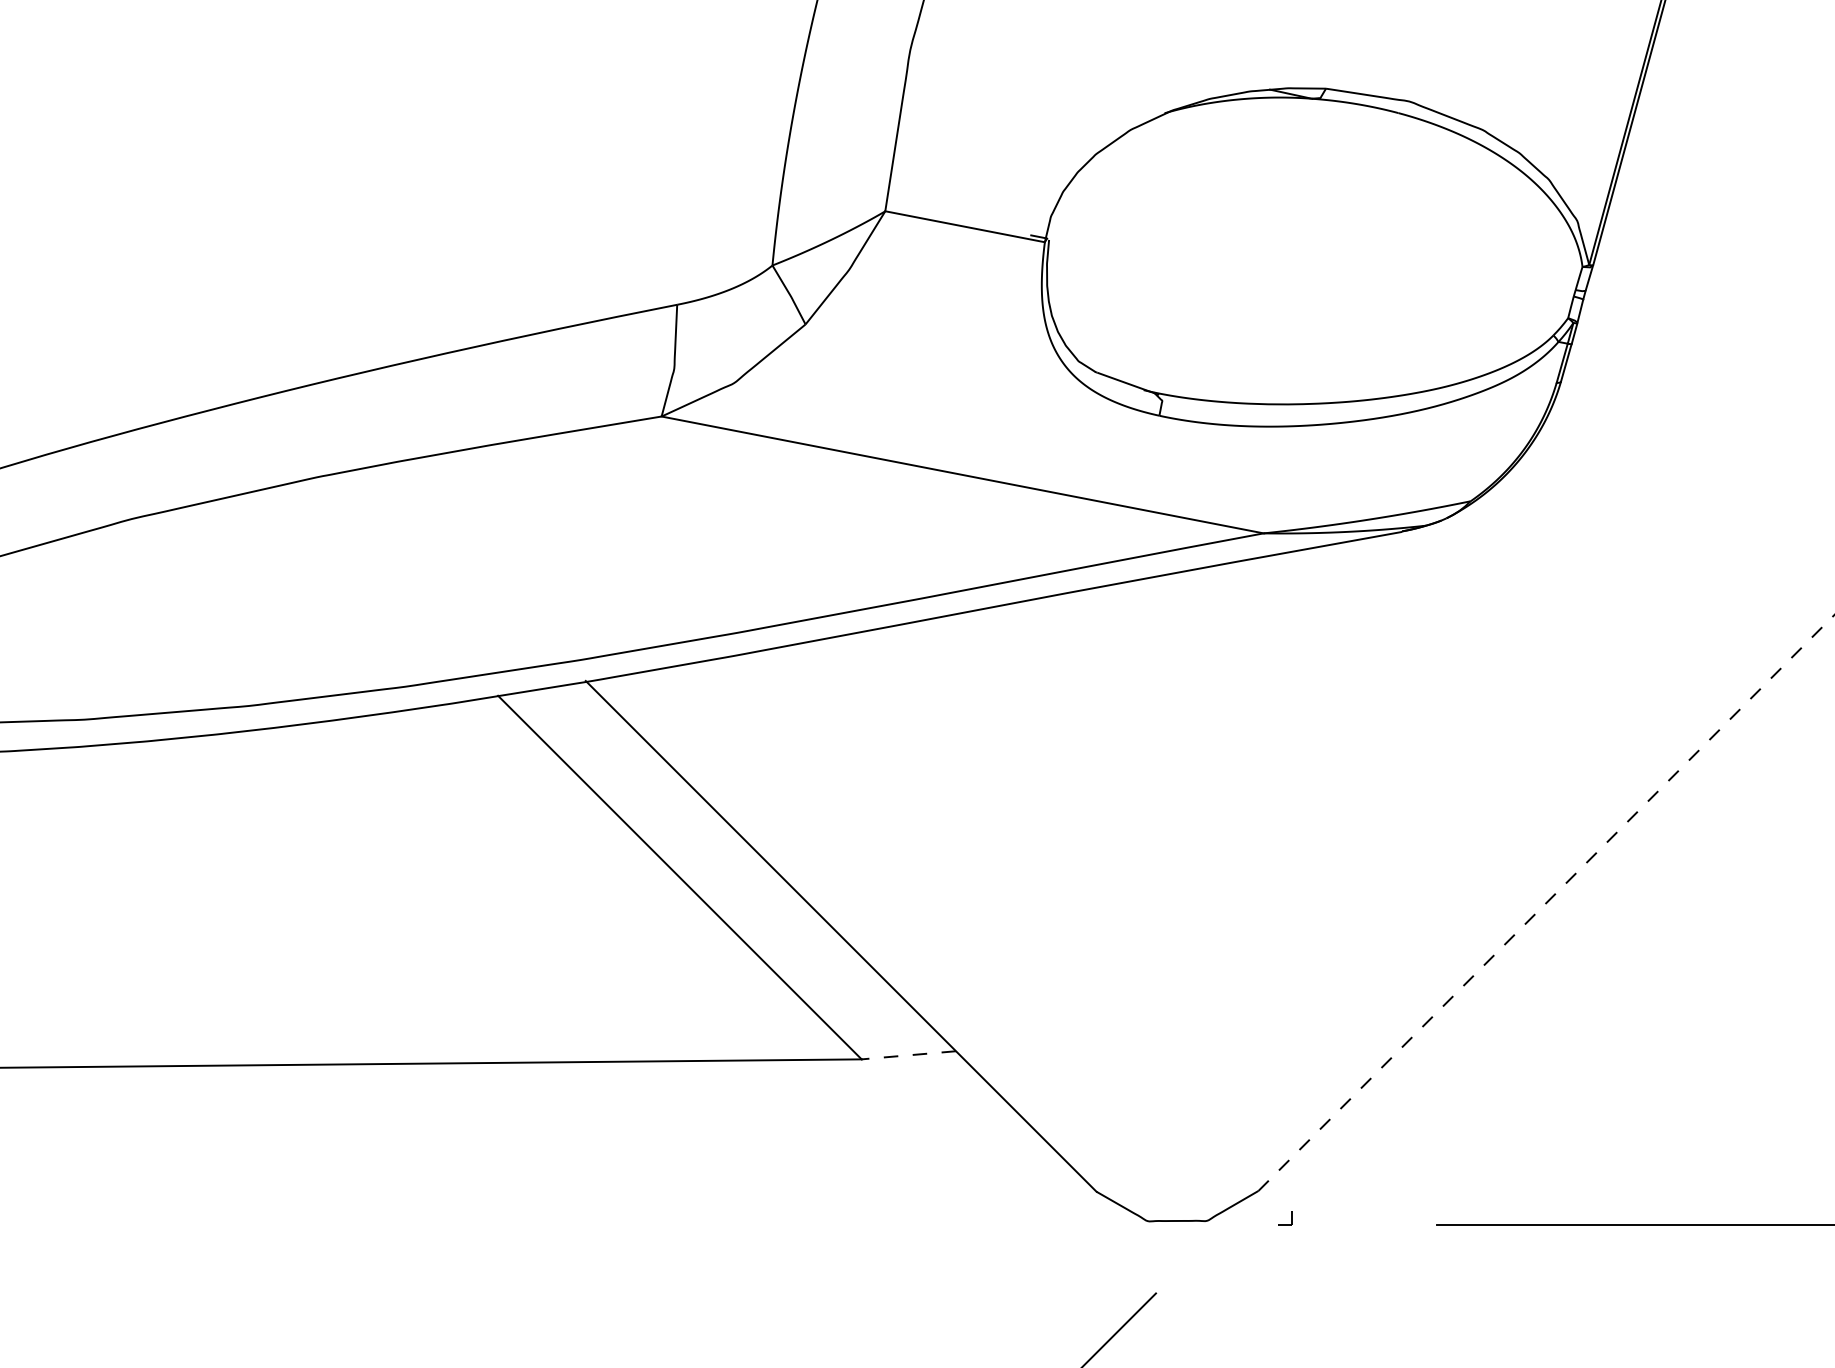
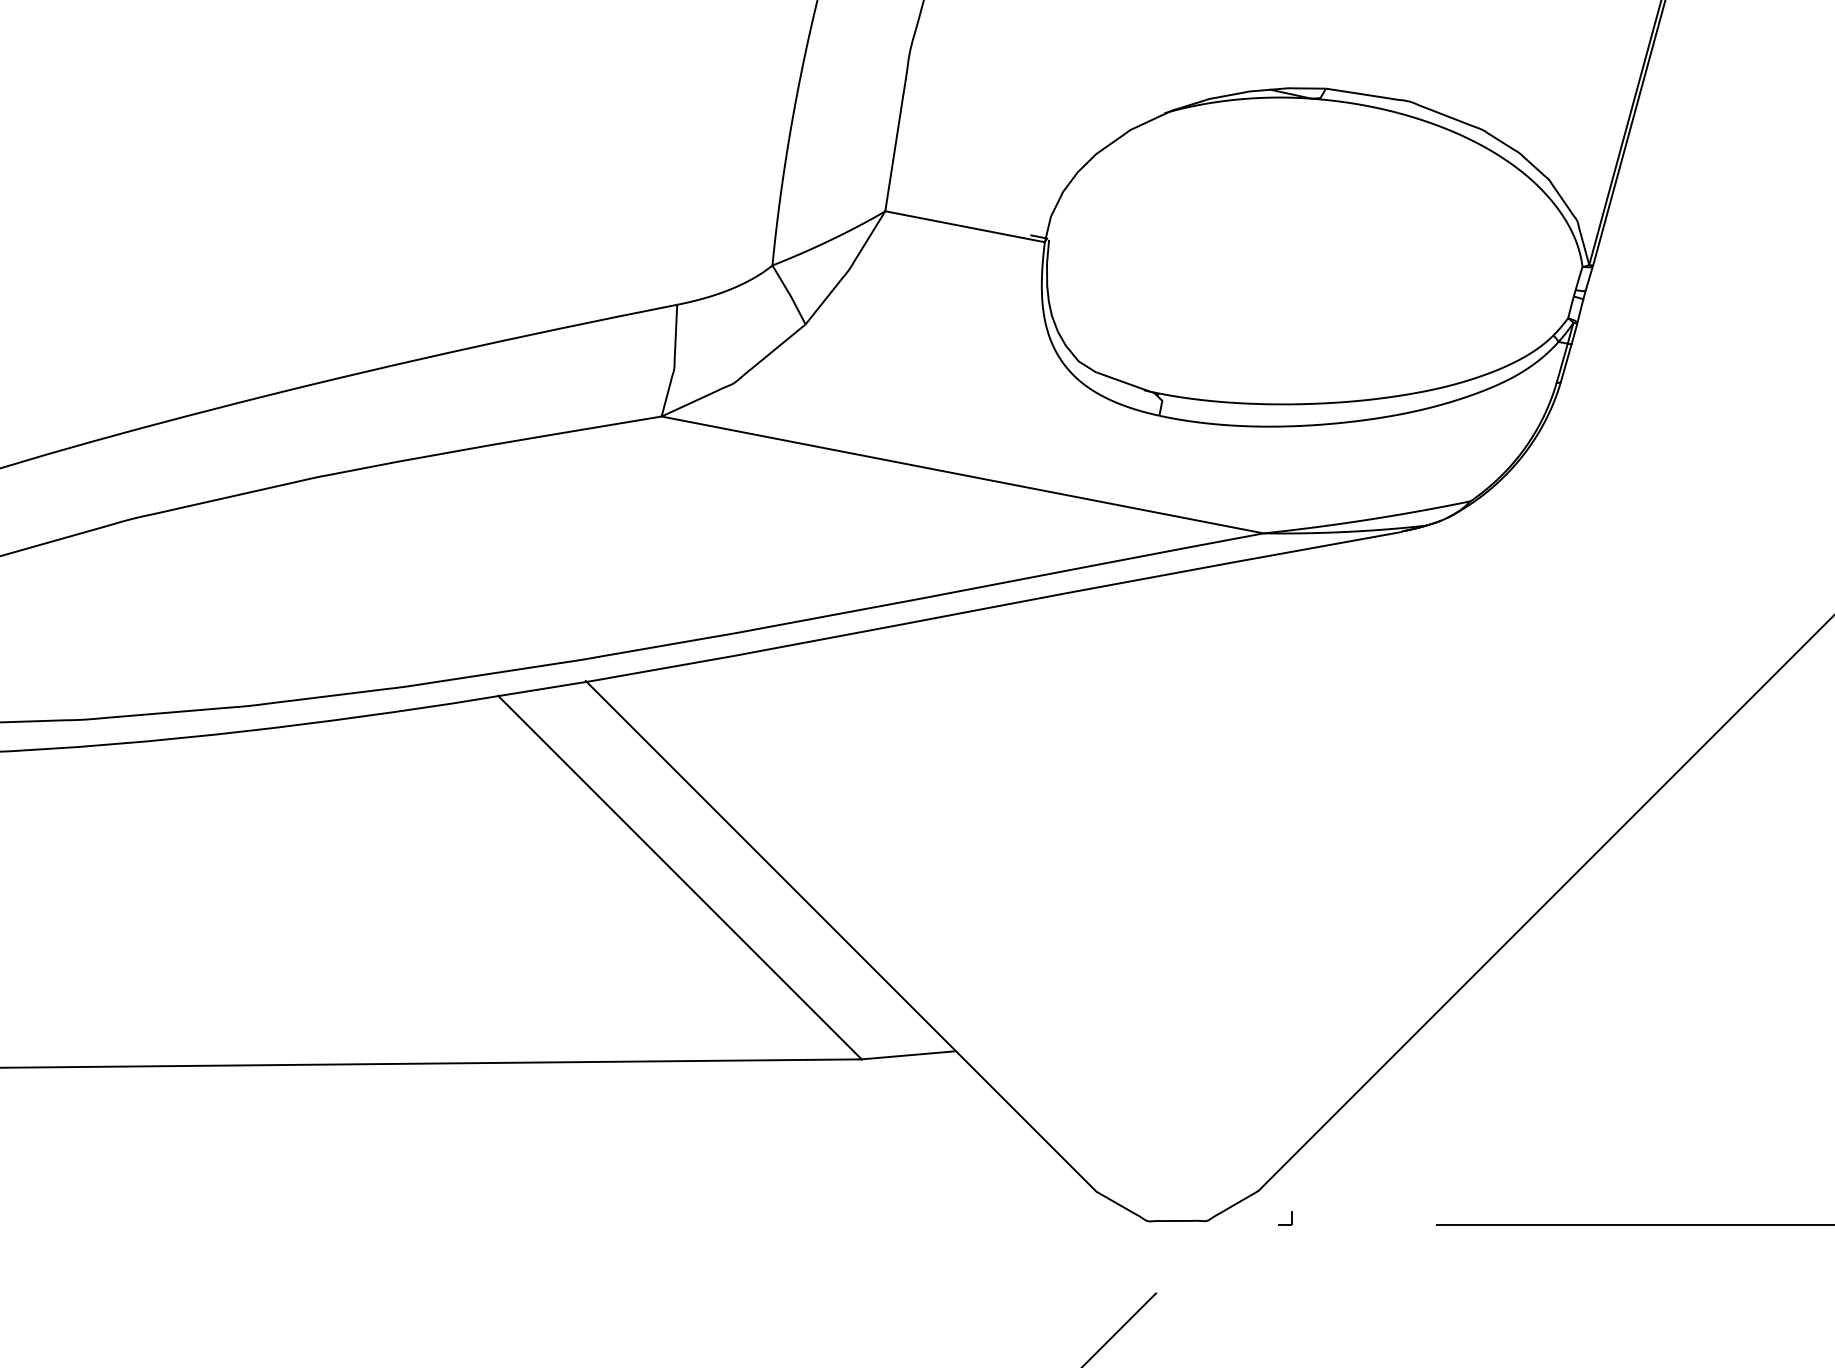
line at (1546, 902): dashed -> solid
line at (908, 1055): dashed -> solid
